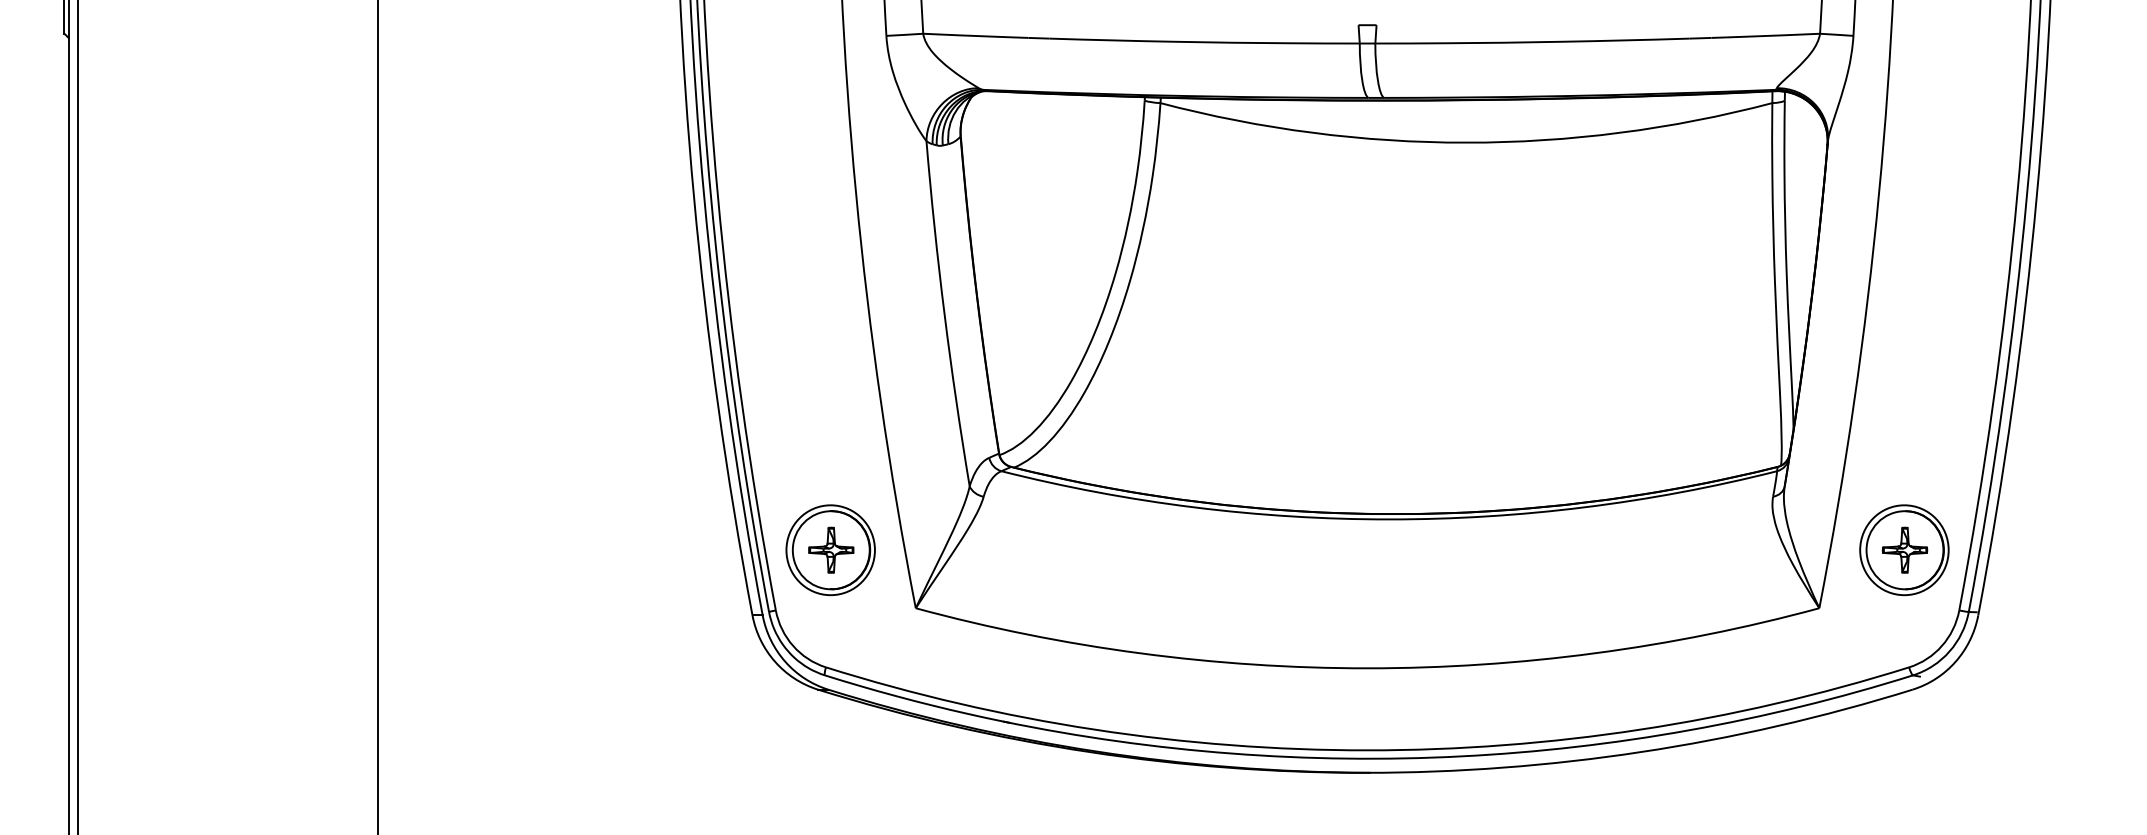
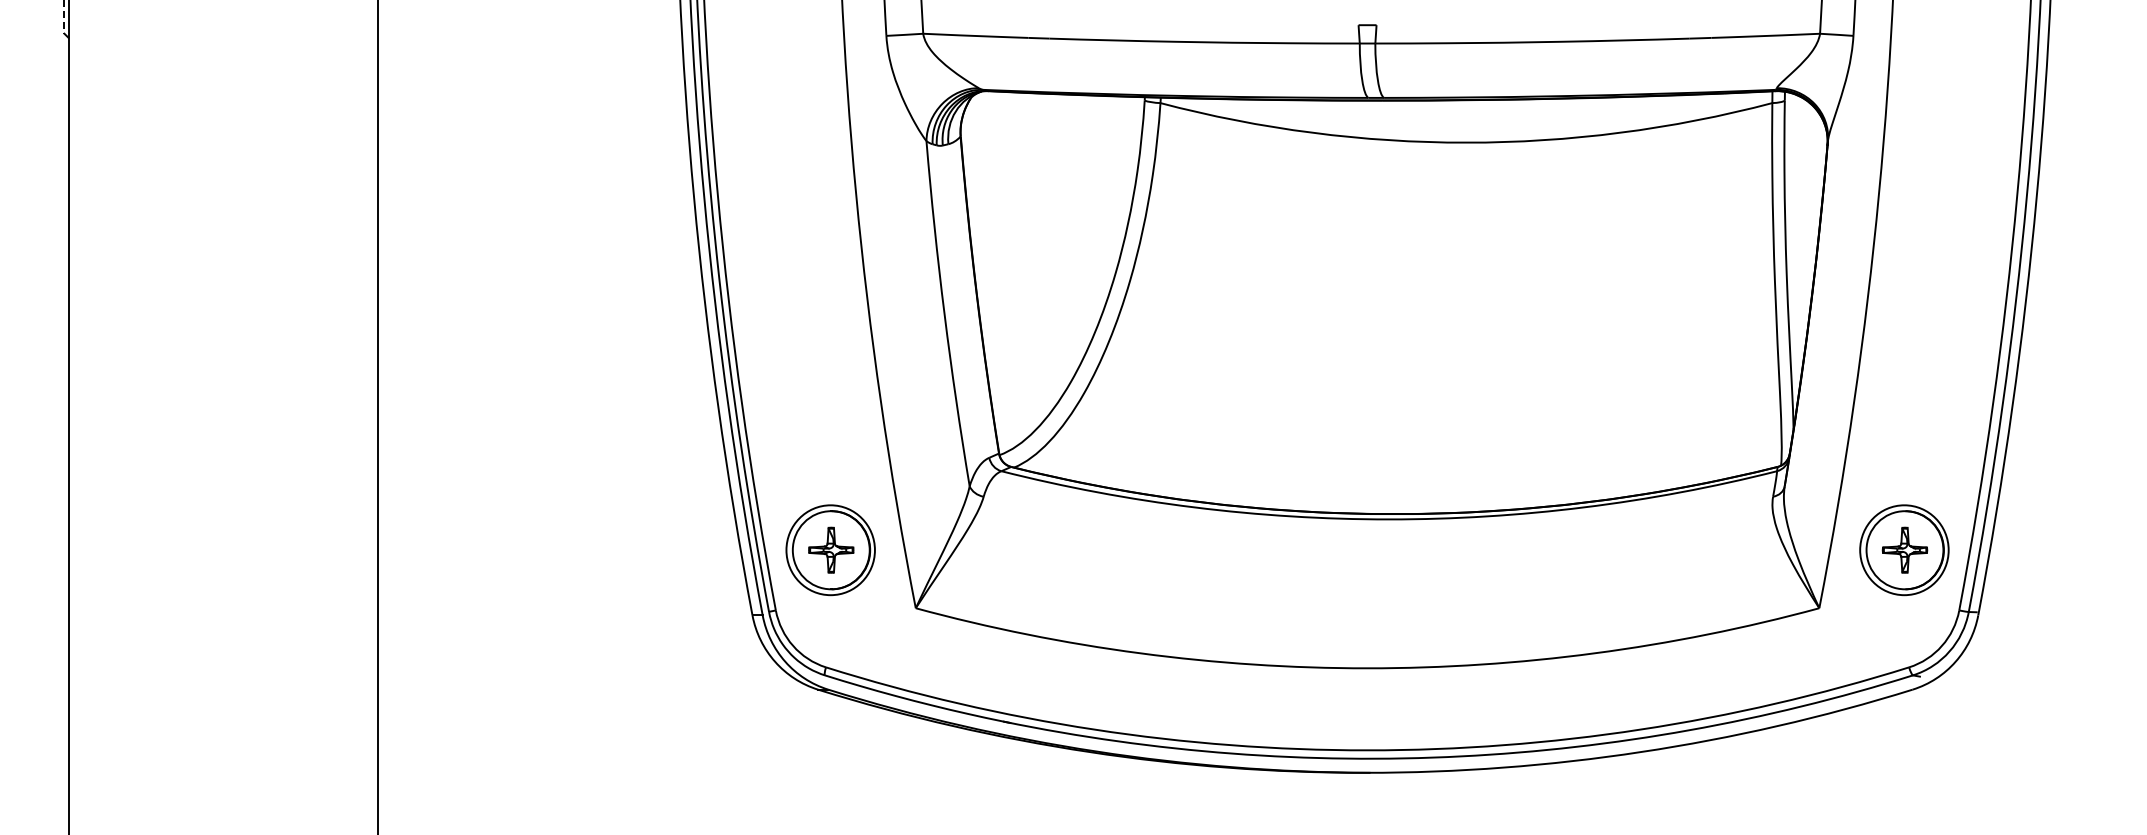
line at (64, 17): solid -> dashed
line at (78, 416): present -> none
